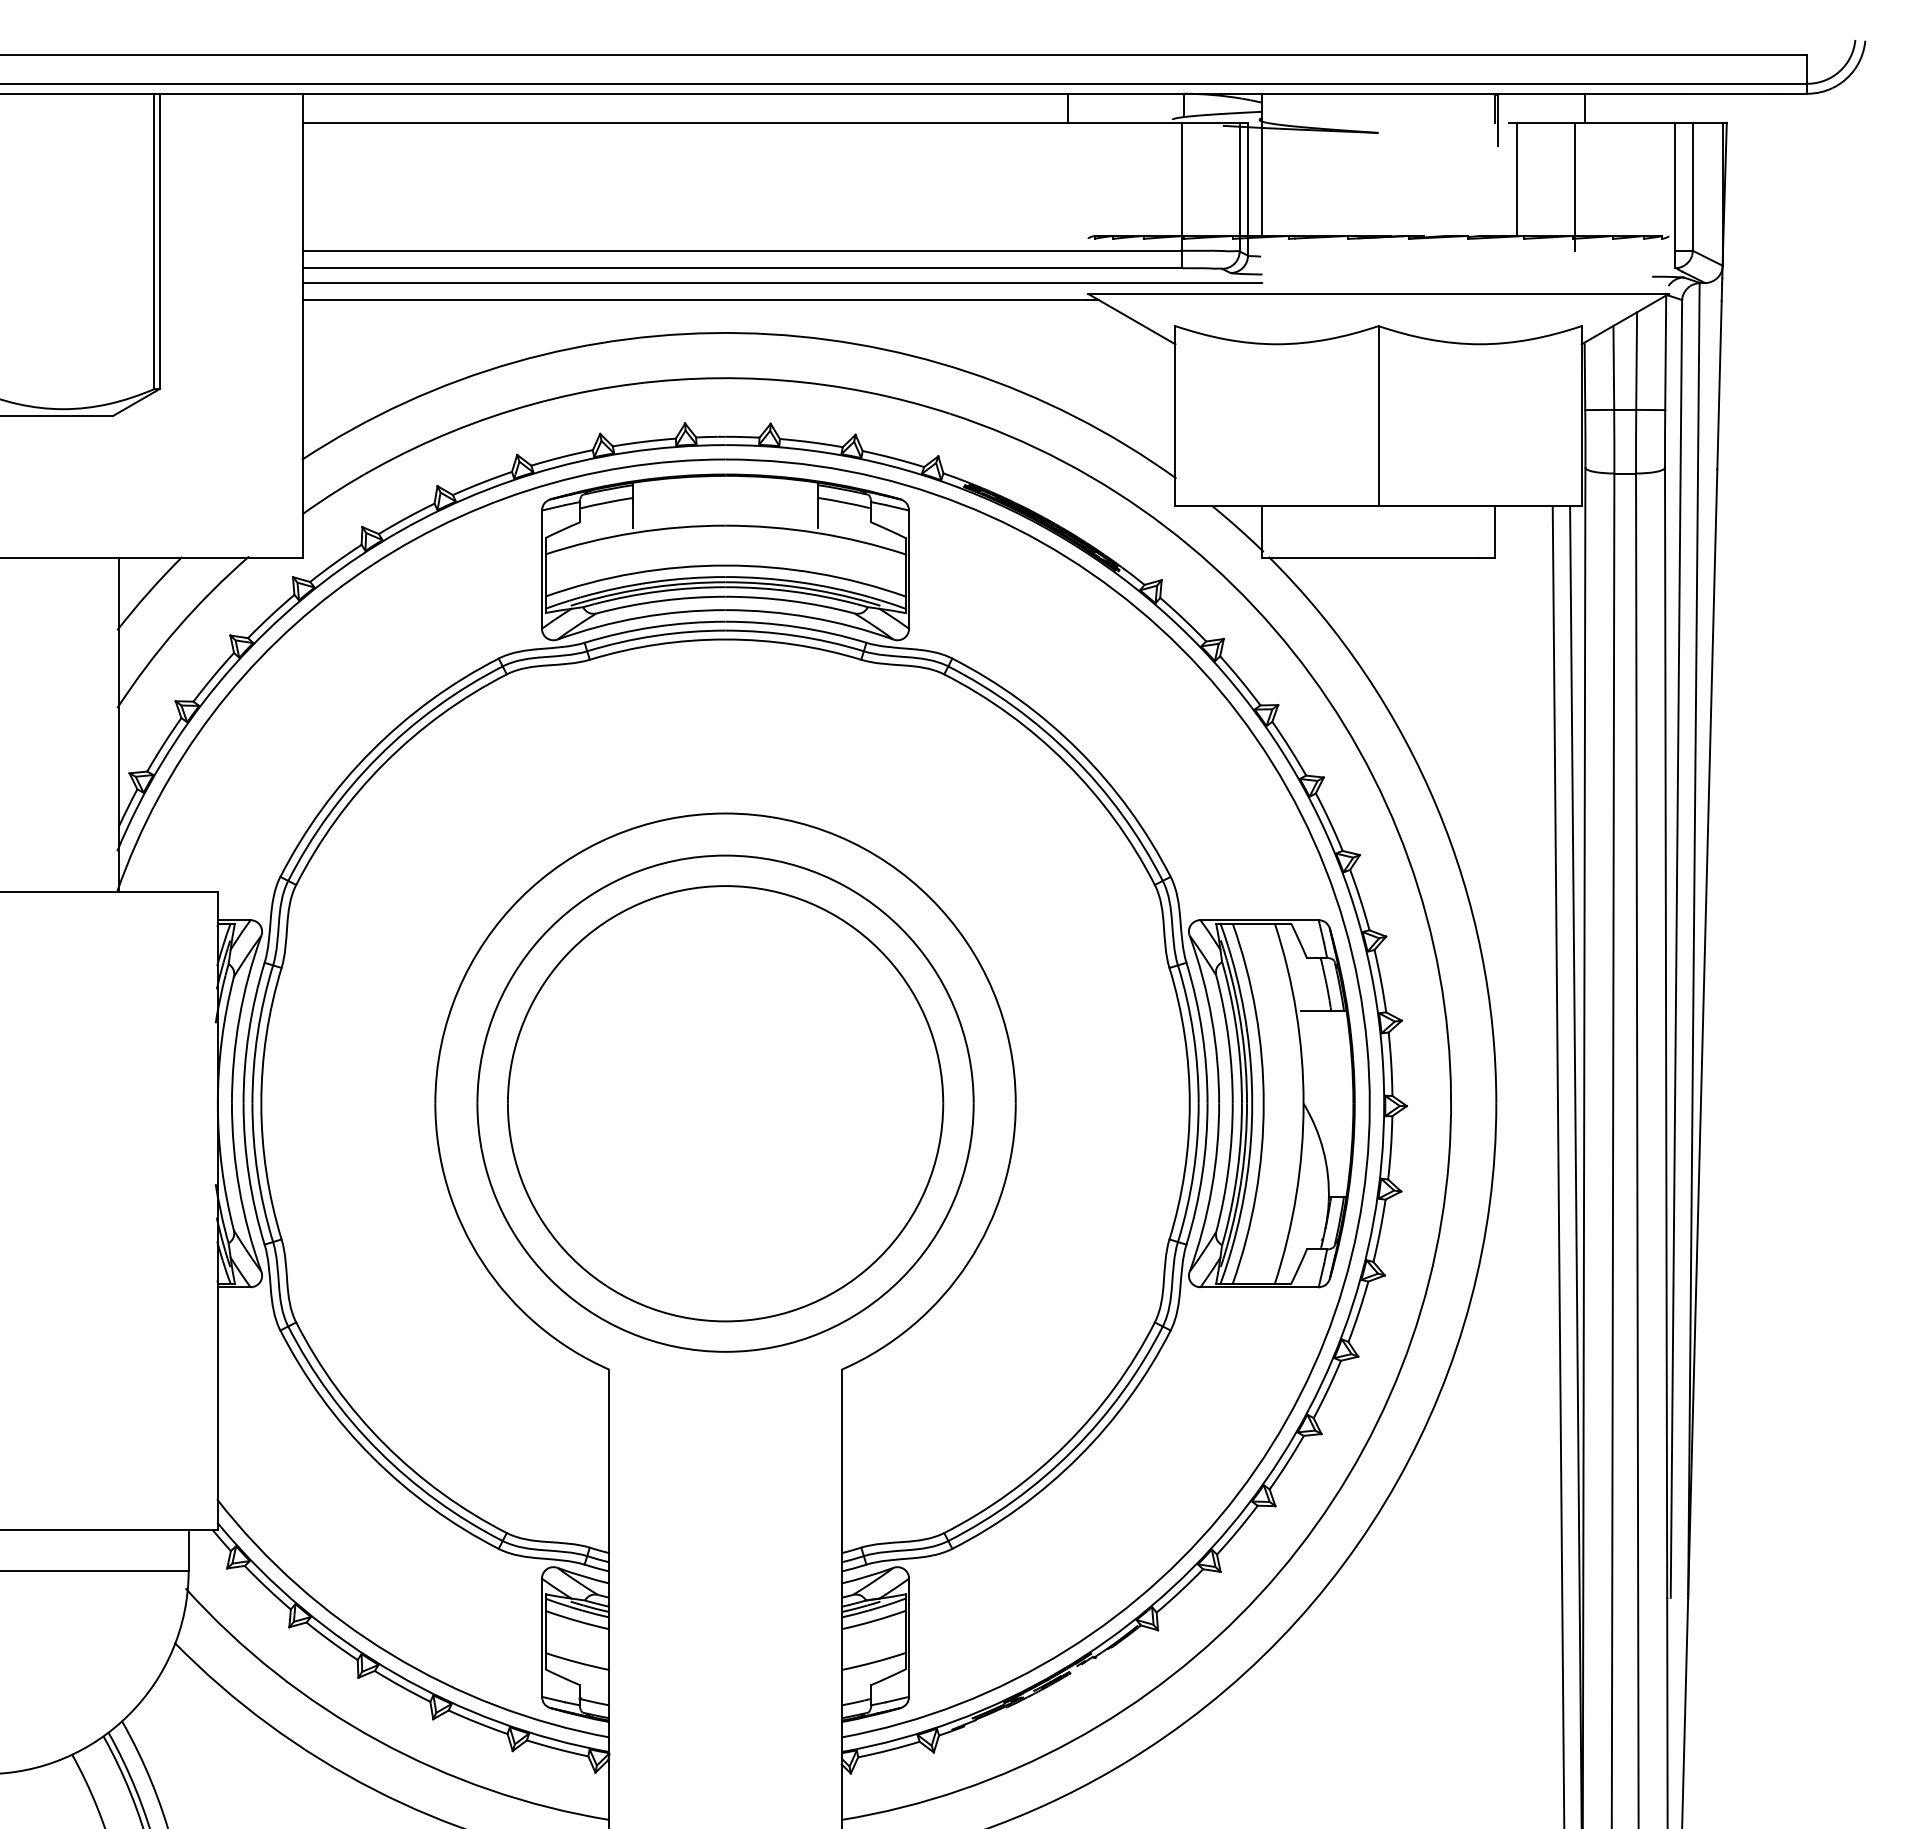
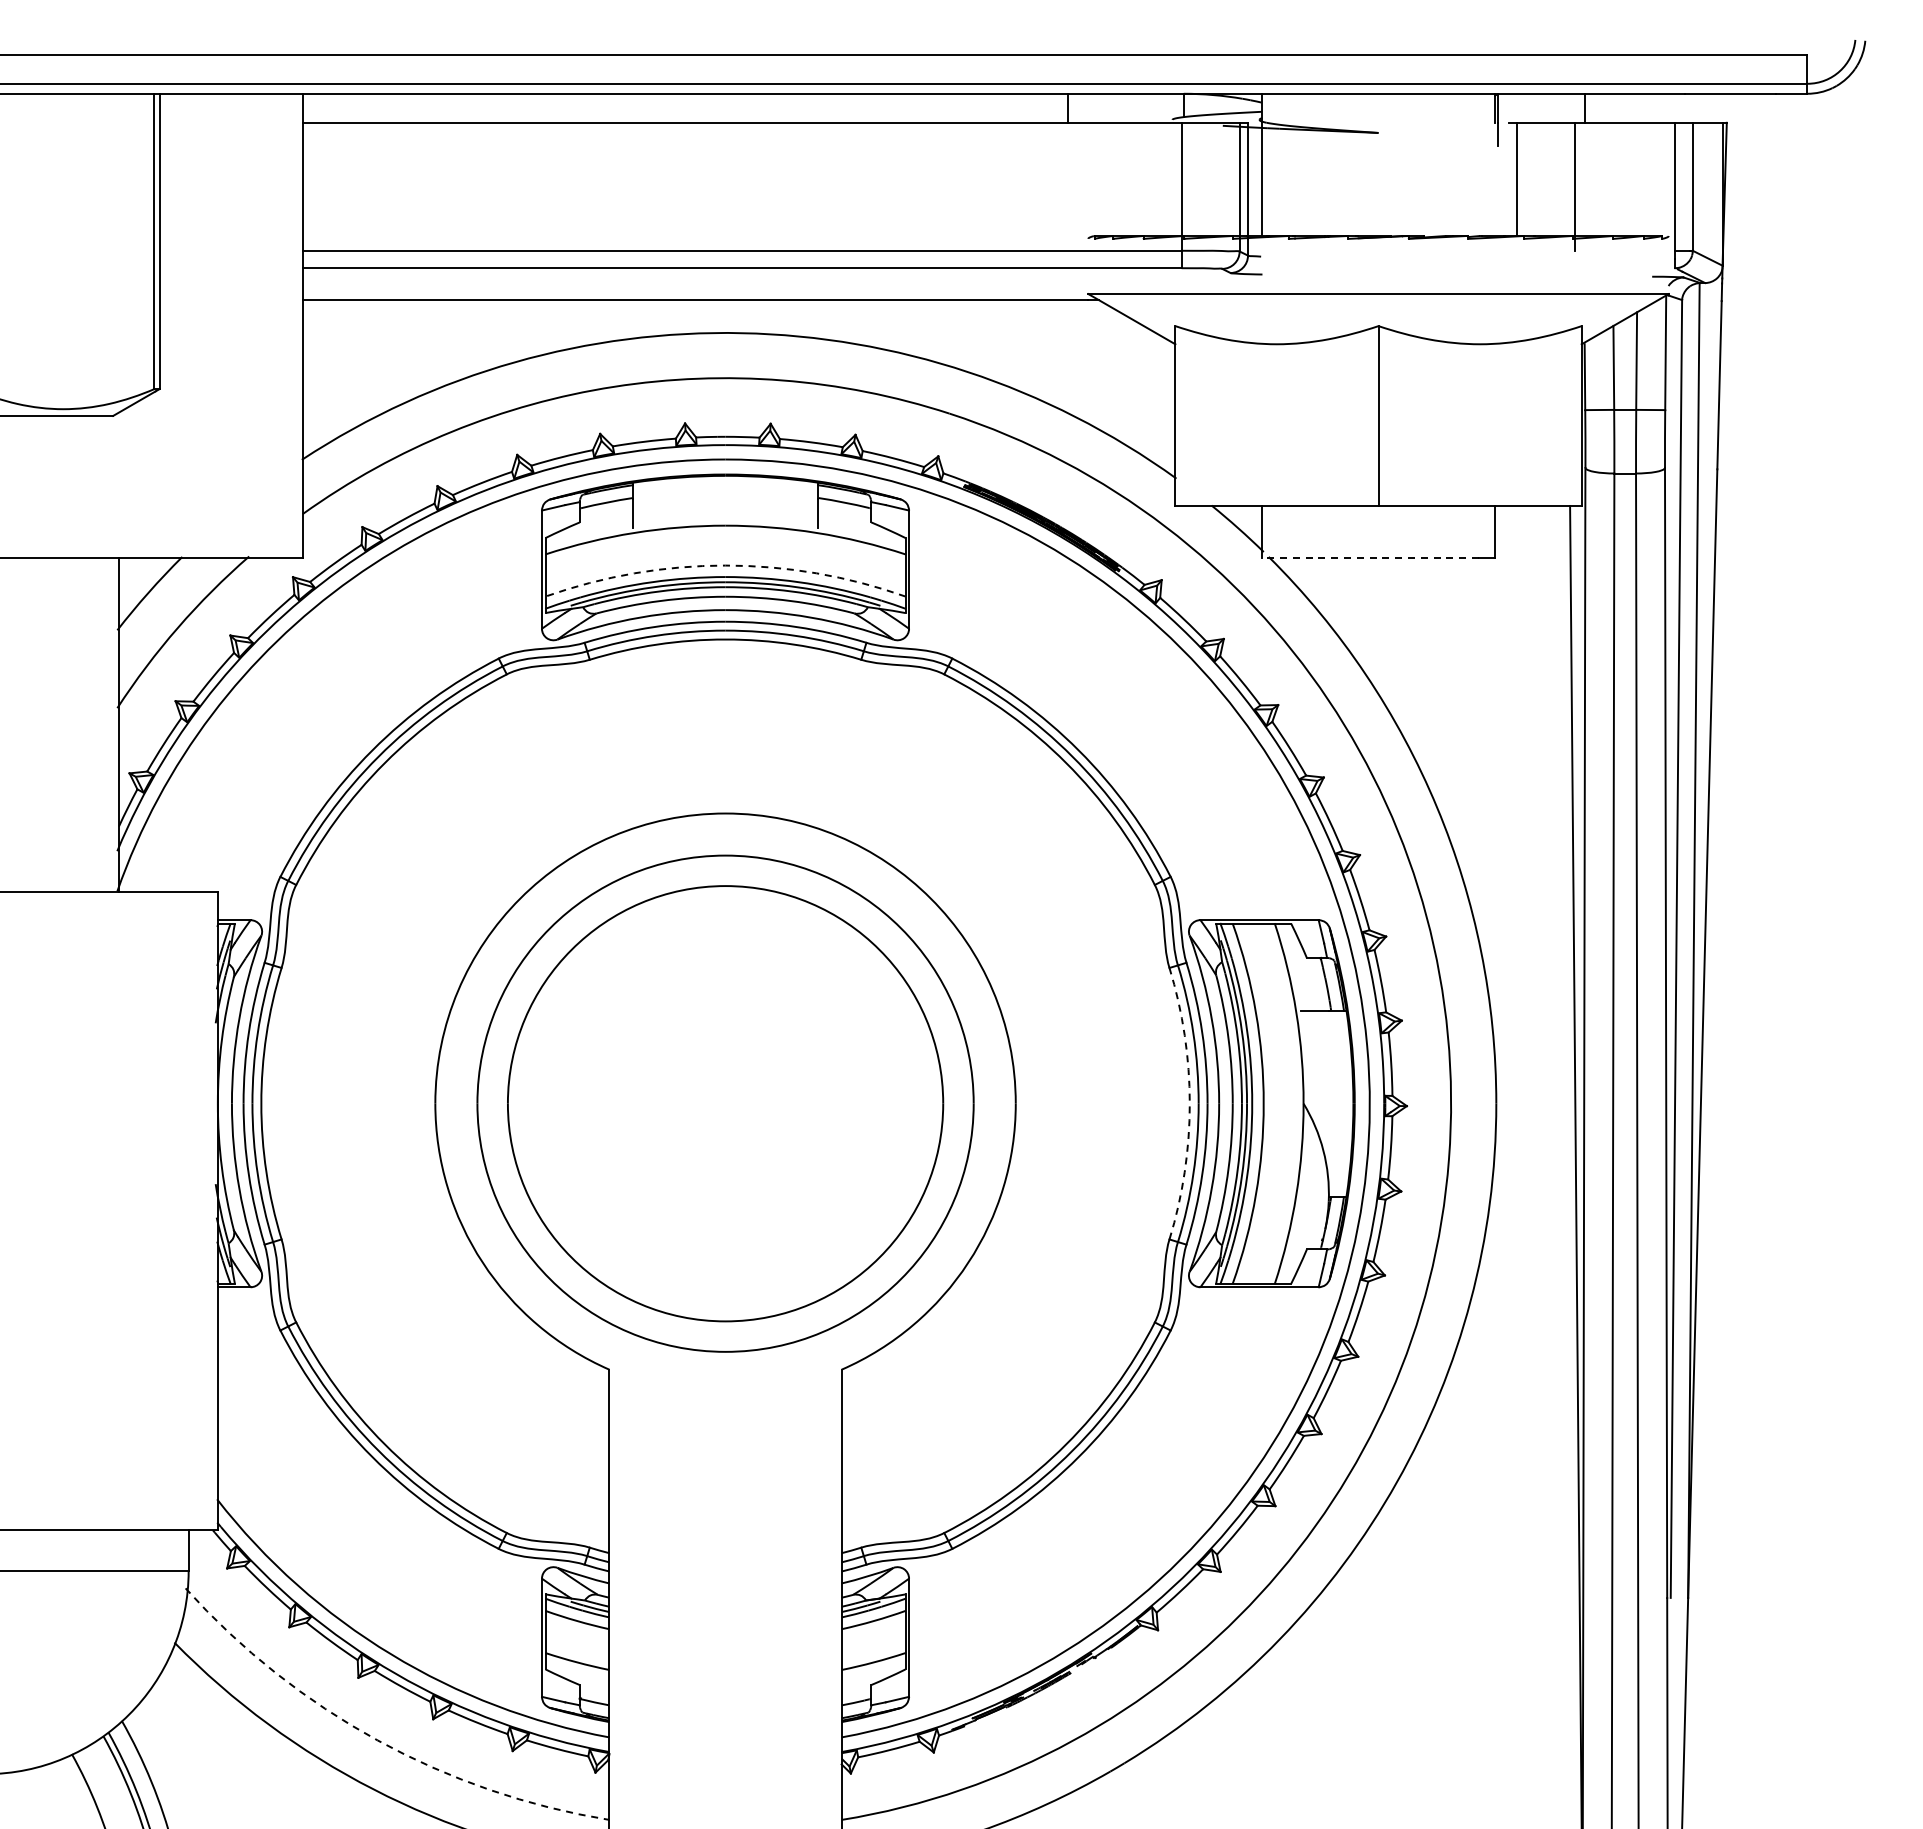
line at (782, 282): present -> none
line at (1370, 558): solid -> dashed
arc at (725, 565): solid -> dashed
arc at (1189, 1103): solid -> dashed
line at (1558, 1165): present -> none
arc at (377, 1740): solid -> dashed
